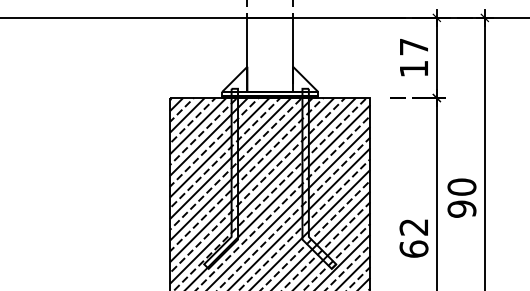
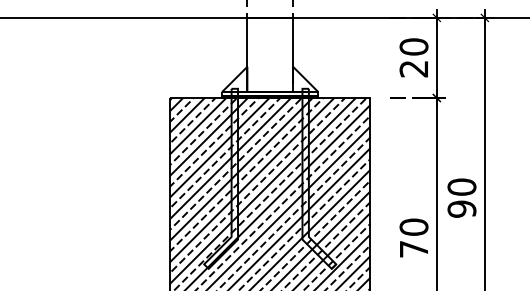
text at (413, 57): 17 -> 20
text at (413, 237): 62 -> 70
